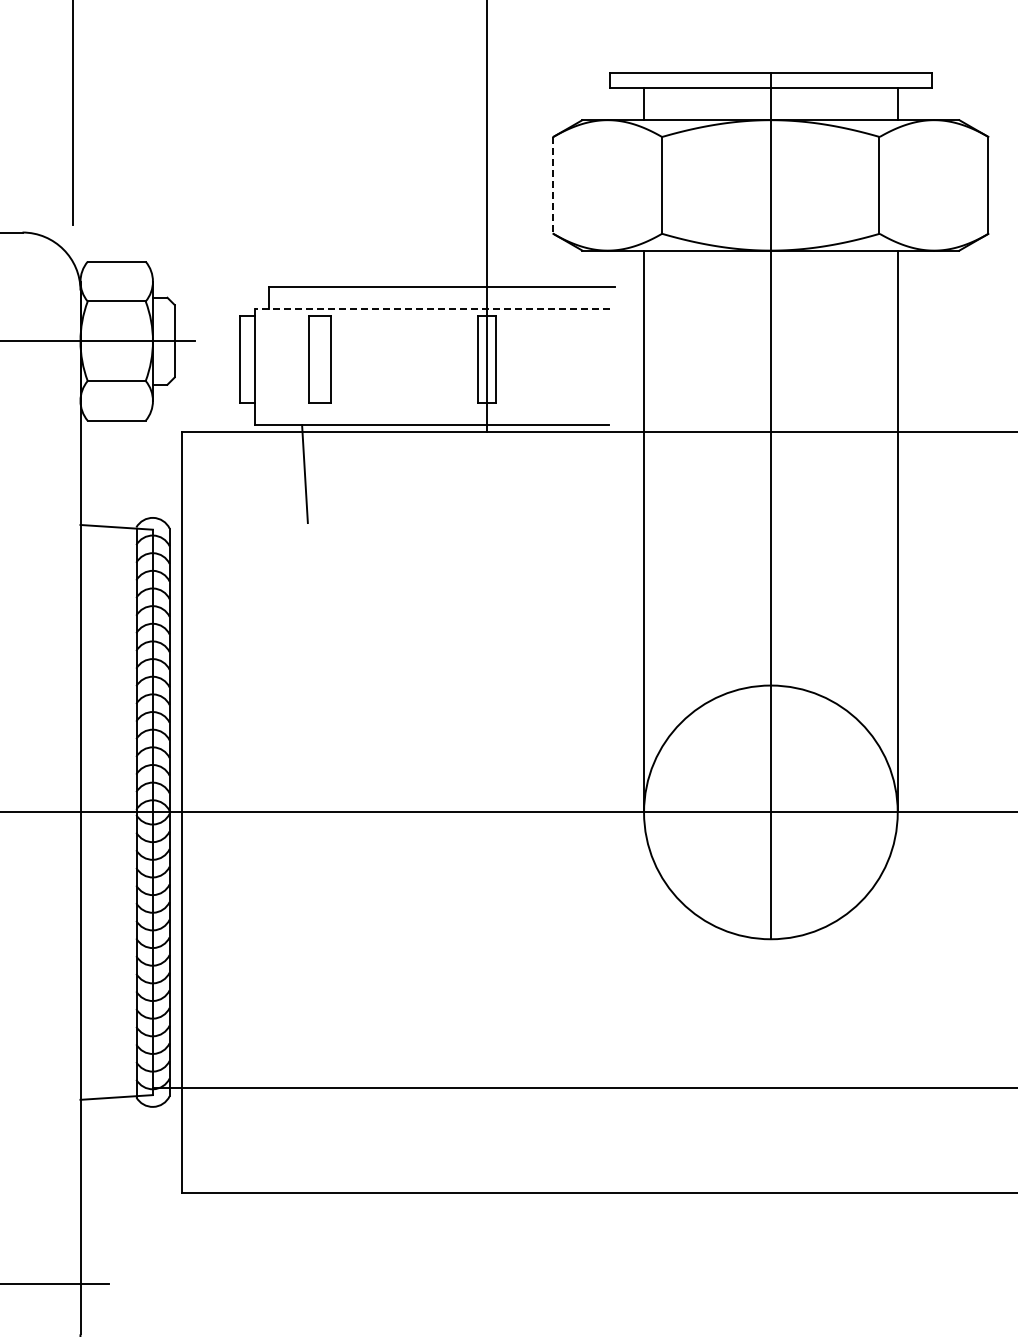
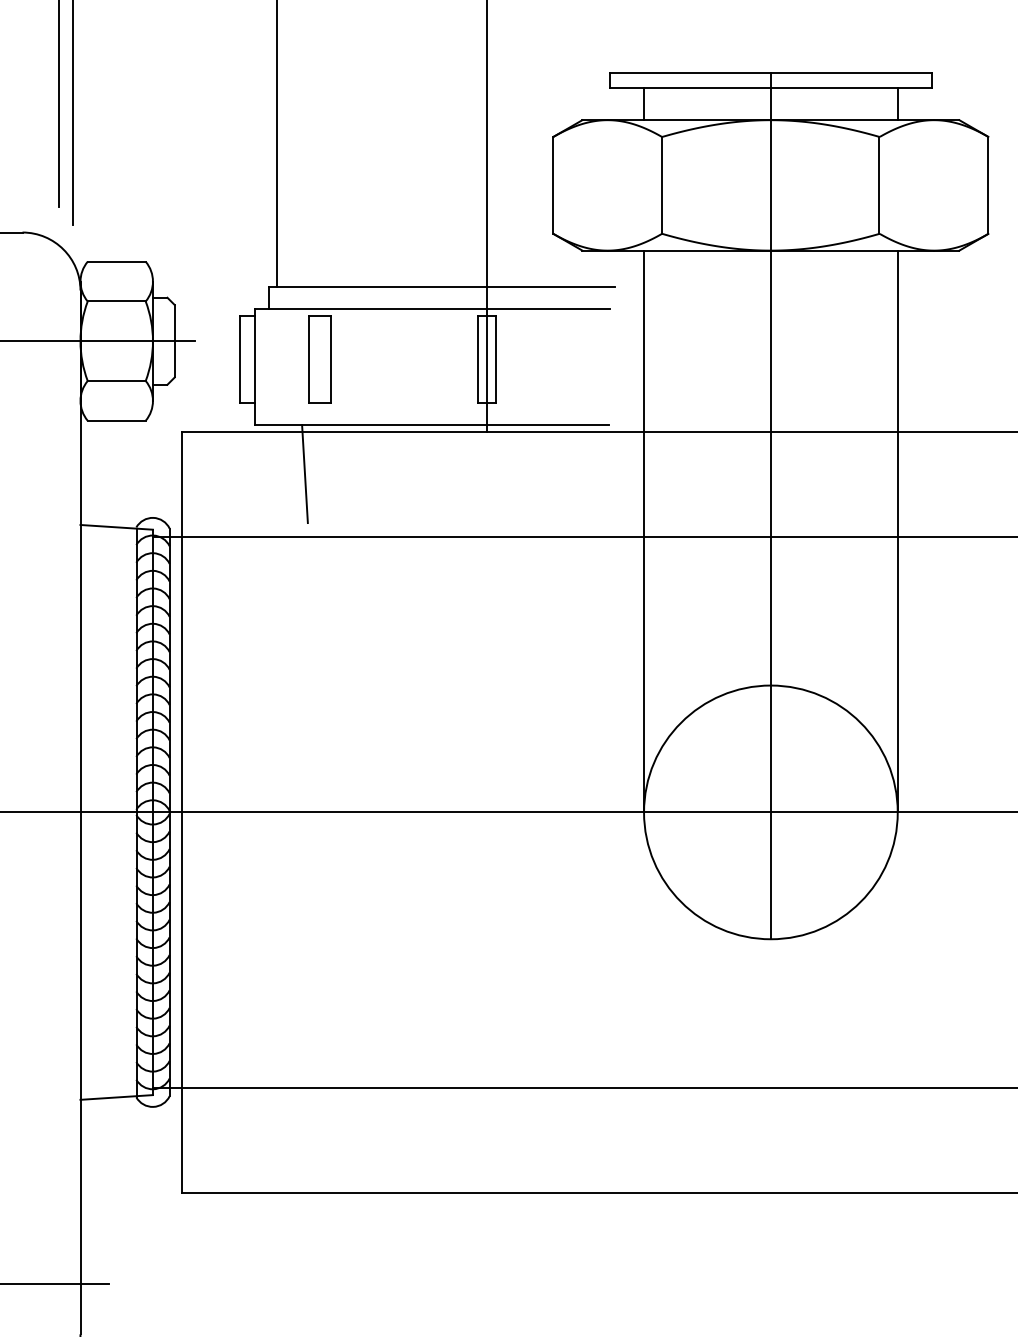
line at (58, 104): none -> present
line at (276, 144): none -> present
line at (553, 185): dashed -> solid
line at (432, 309): dashed -> solid
line at (583, 536): none -> present
